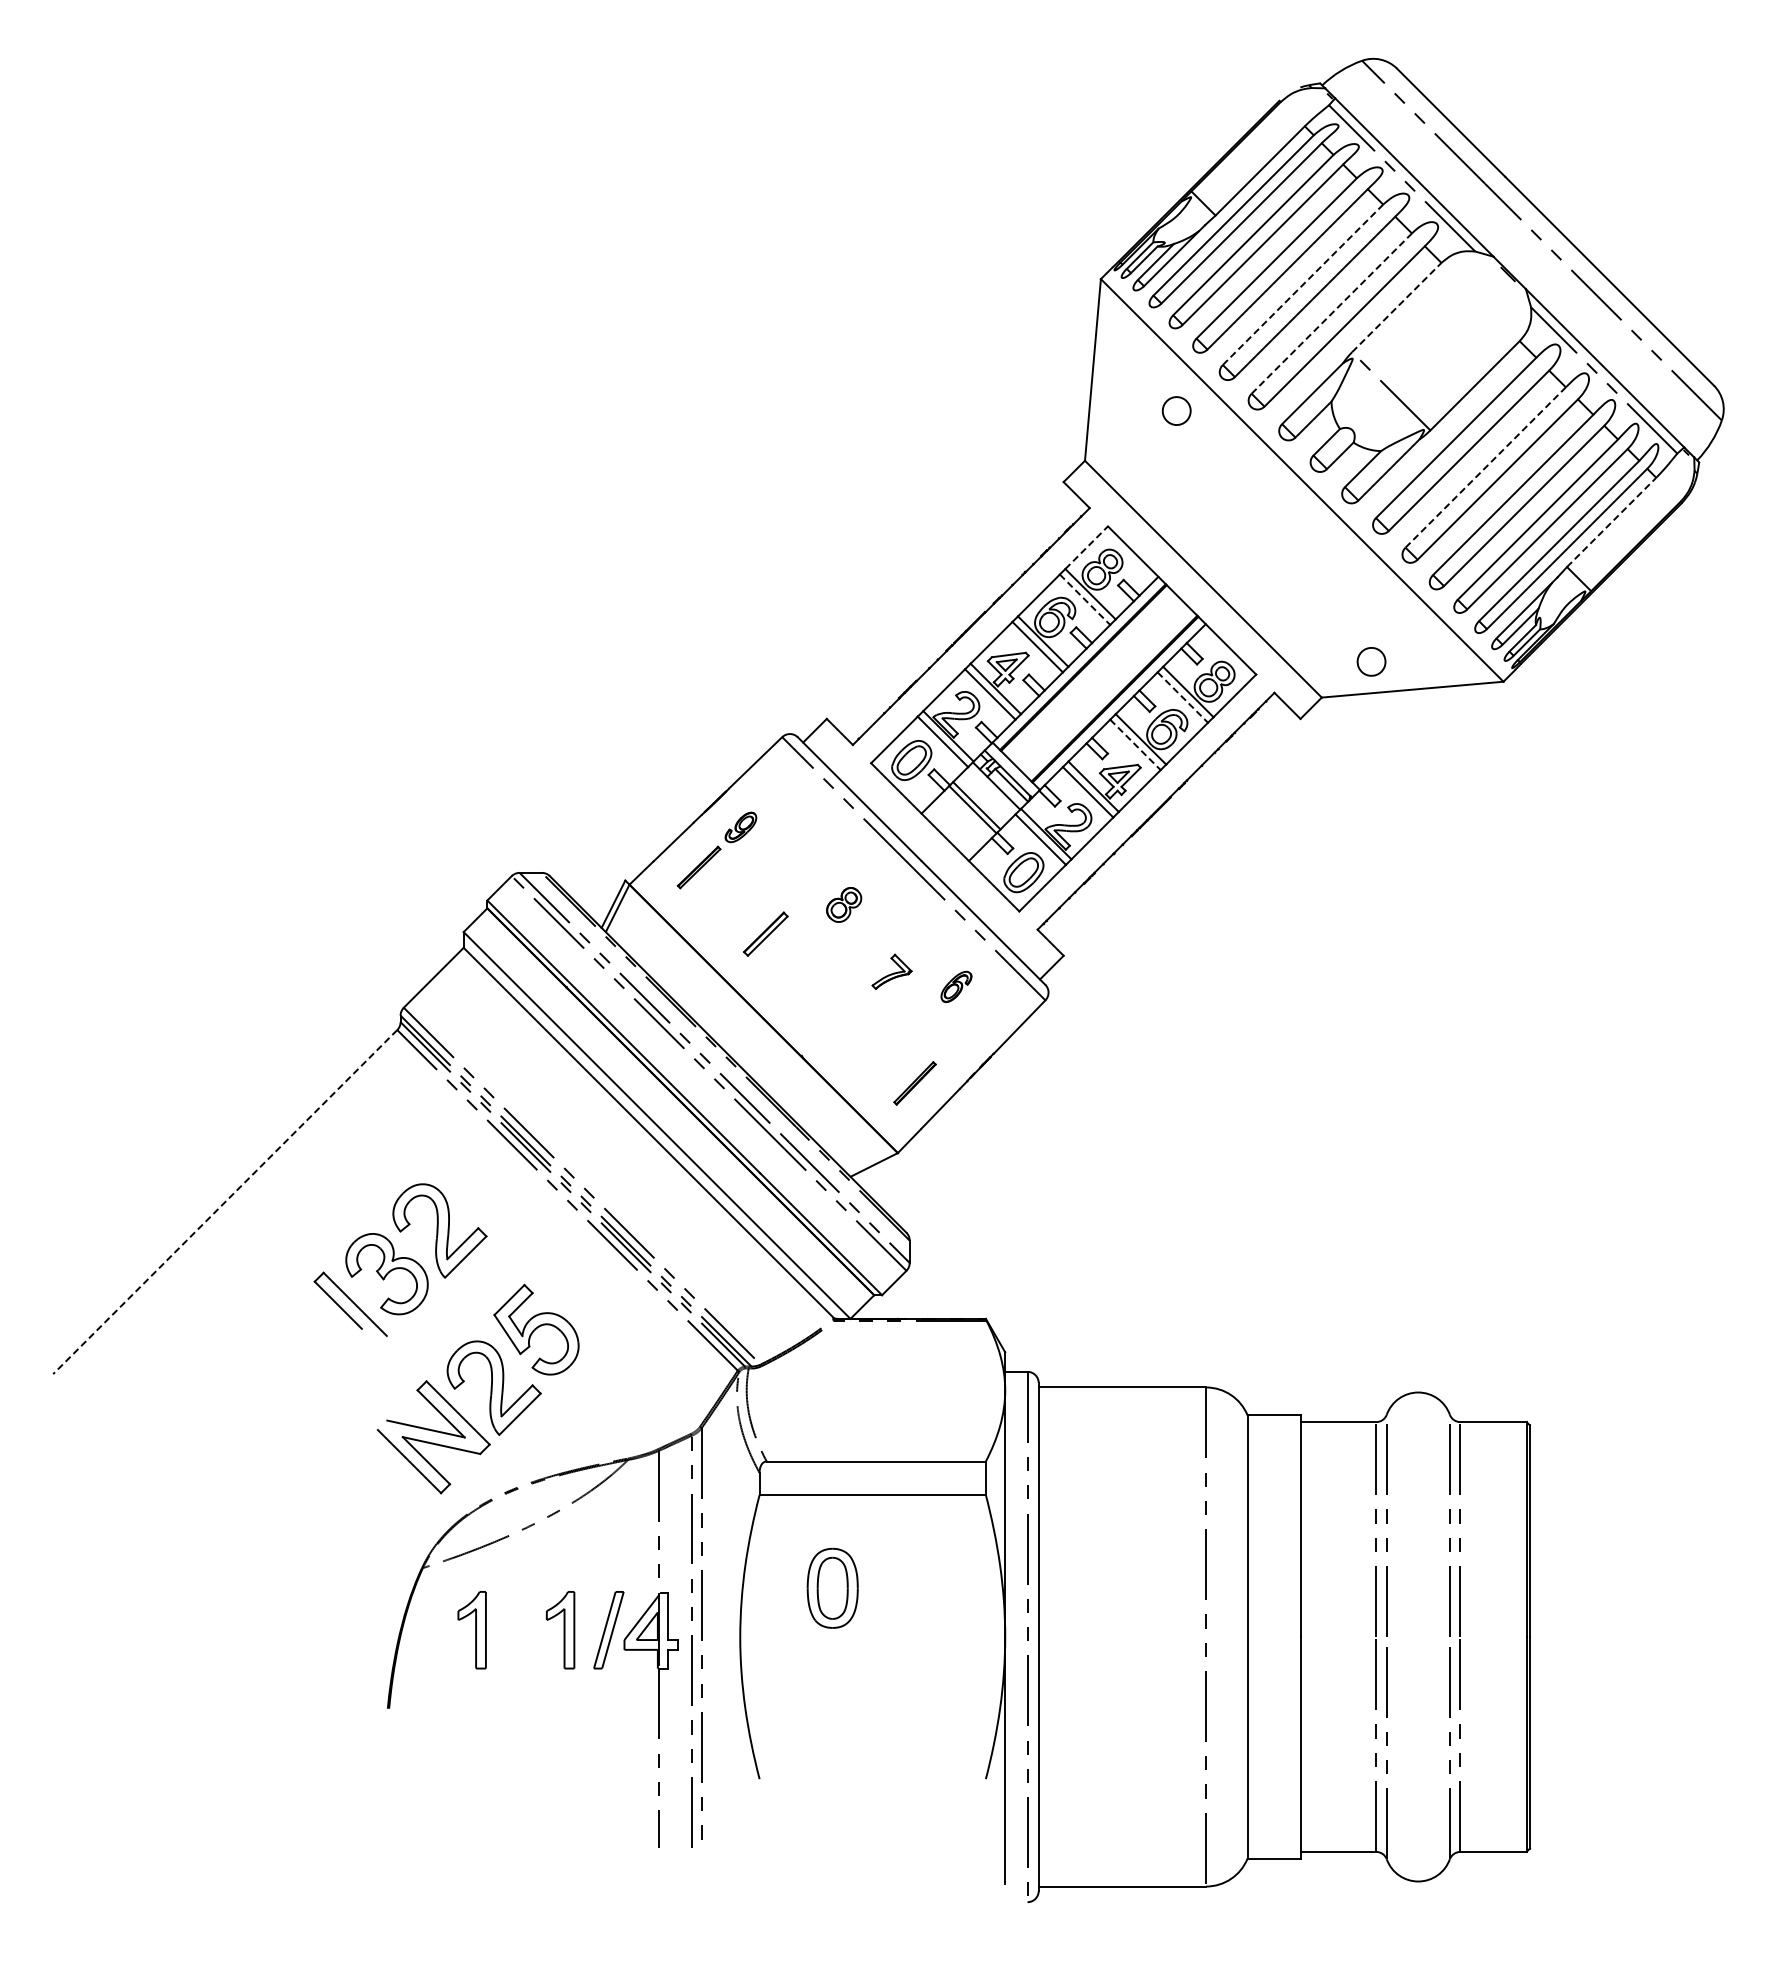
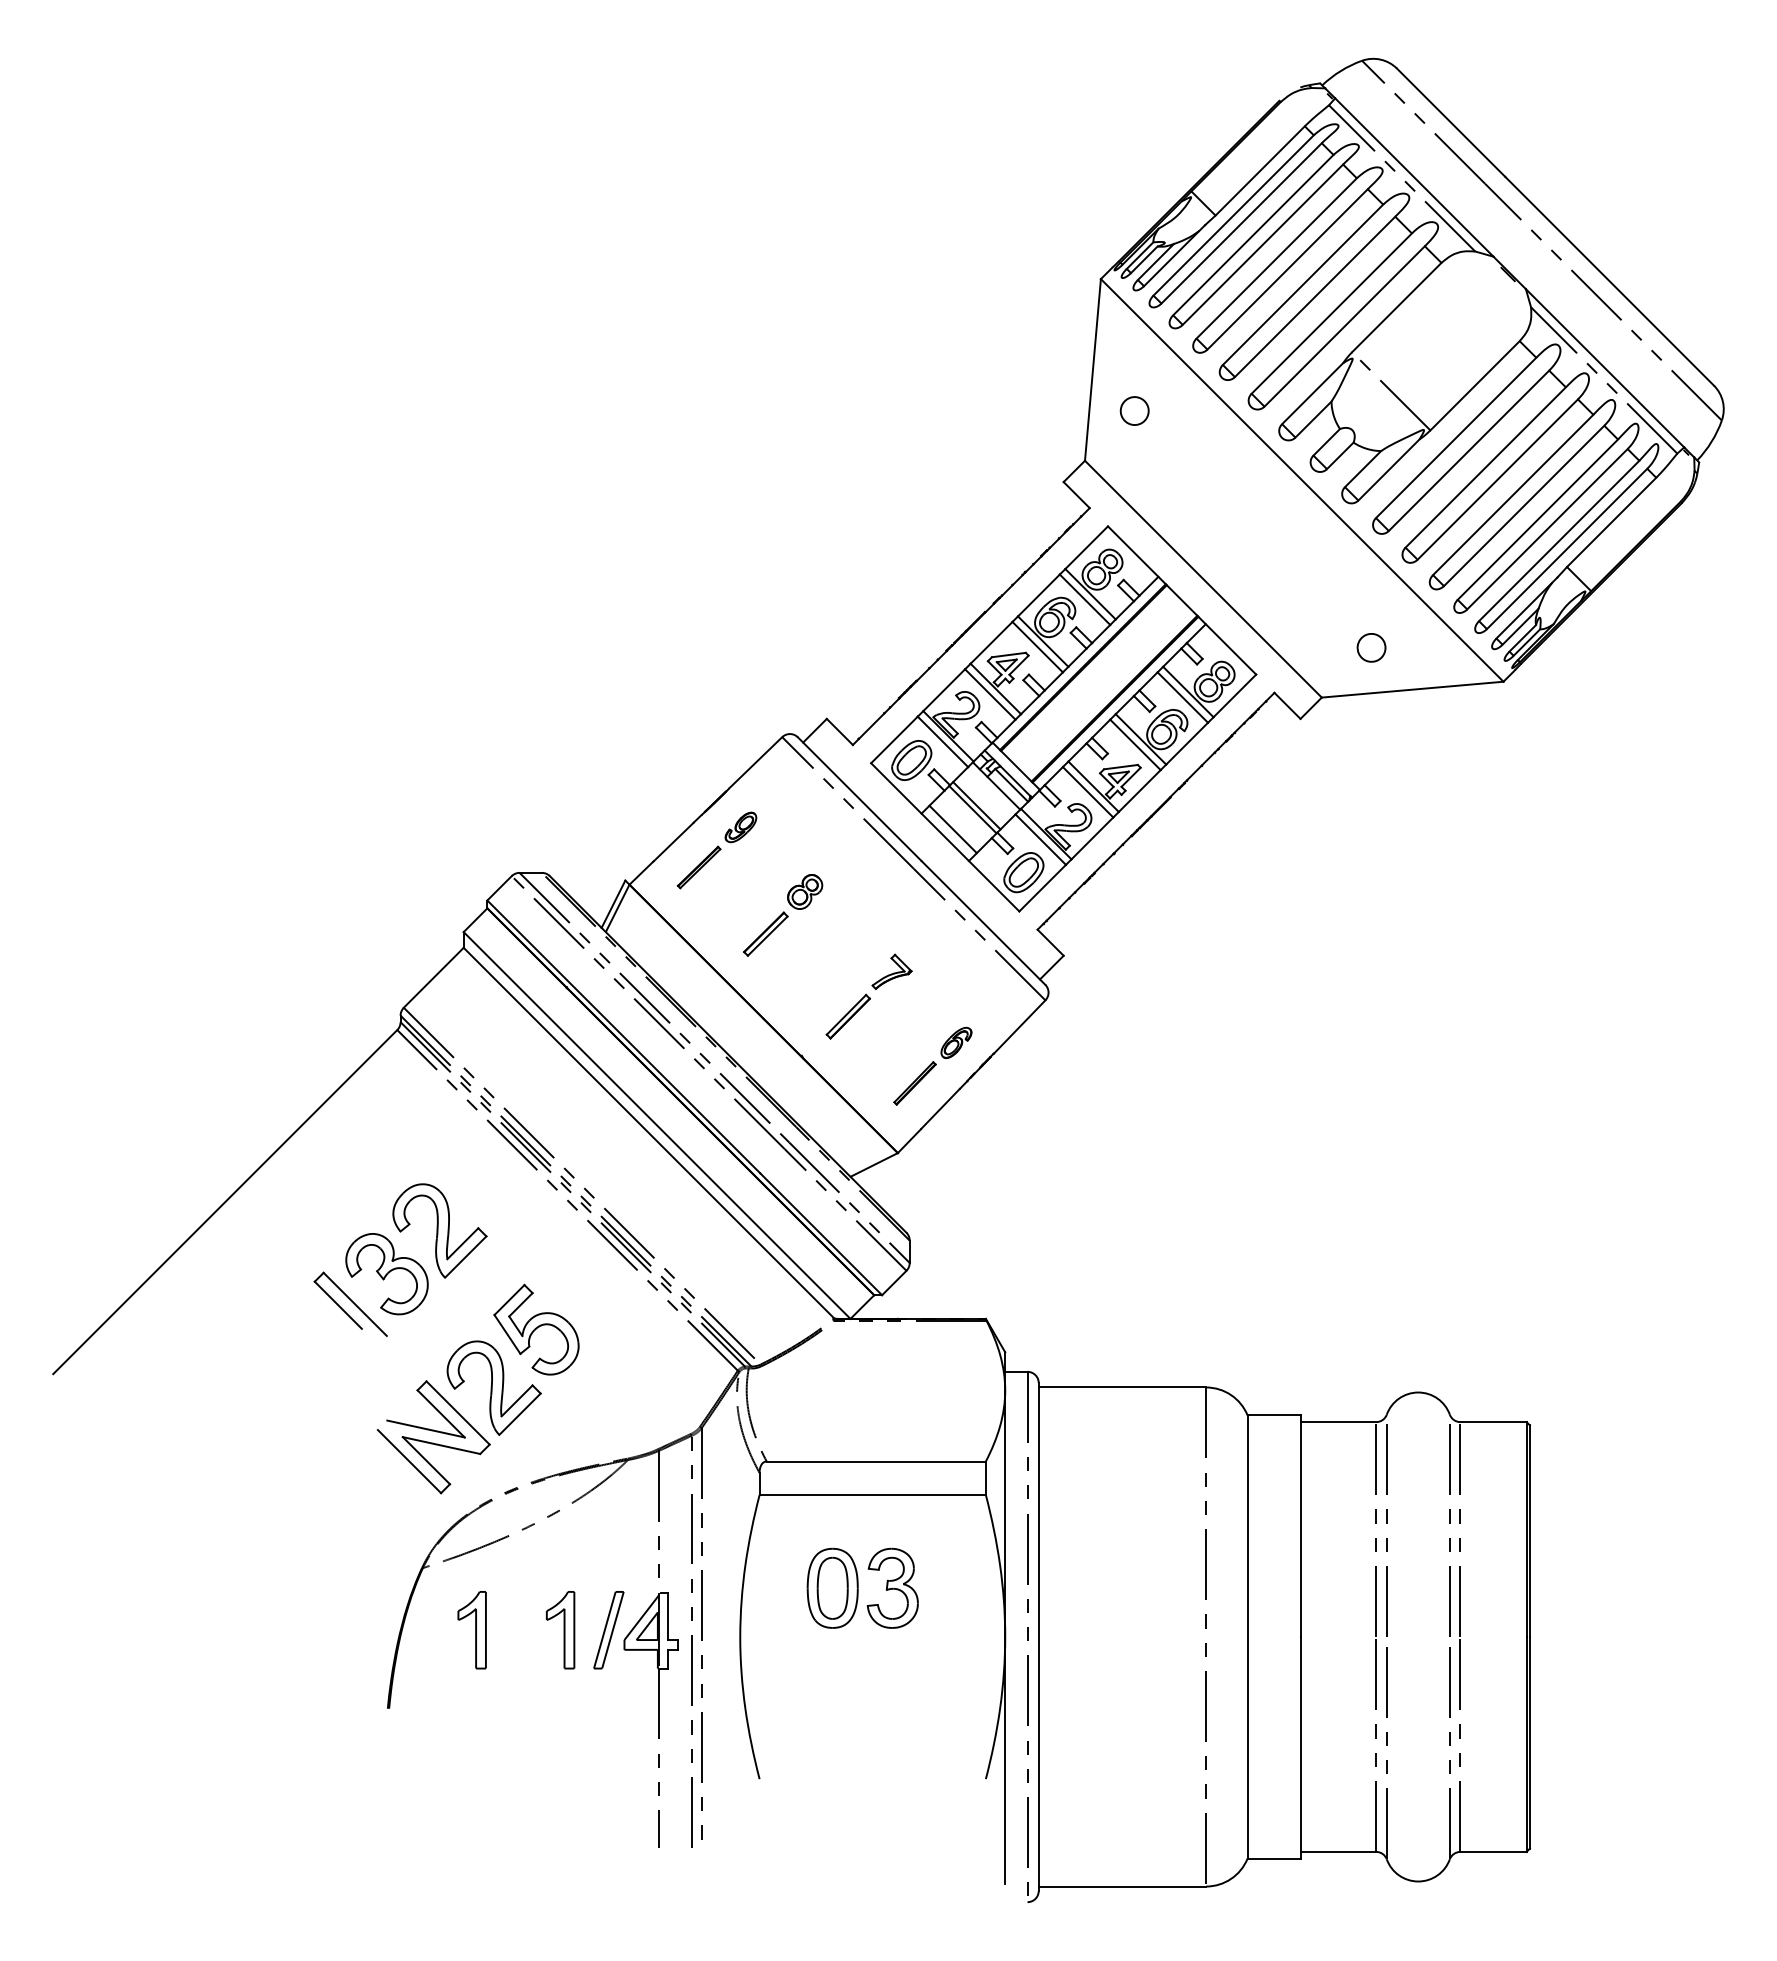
line at (1303, 284): dashed -> solid
line at (1397, 307): dashed -> solid
line at (1332, 313): dashed -> solid
part at (1176, 410) position: (1176, 410) -> (1134, 410)
line at (1486, 467): dashed -> solid
line at (1612, 522): dashed -> solid
line at (1087, 547): dashed -> solid
line at (1085, 599): dashed -> solid
part at (1371, 661) position: (1371, 661) -> (1371, 647)
line at (1182, 697): dashed -> solid
line at (1135, 744): dashed -> solid
line at (952, 829): none -> present
part at (844, 904) position: (844, 904) -> (805, 891)
part at (956, 986) position: (956, 986) -> (956, 1042)
part at (848, 1016): none -> present
line at (224, 1202): dashed -> solid
part at (892, 1587): none -> present
